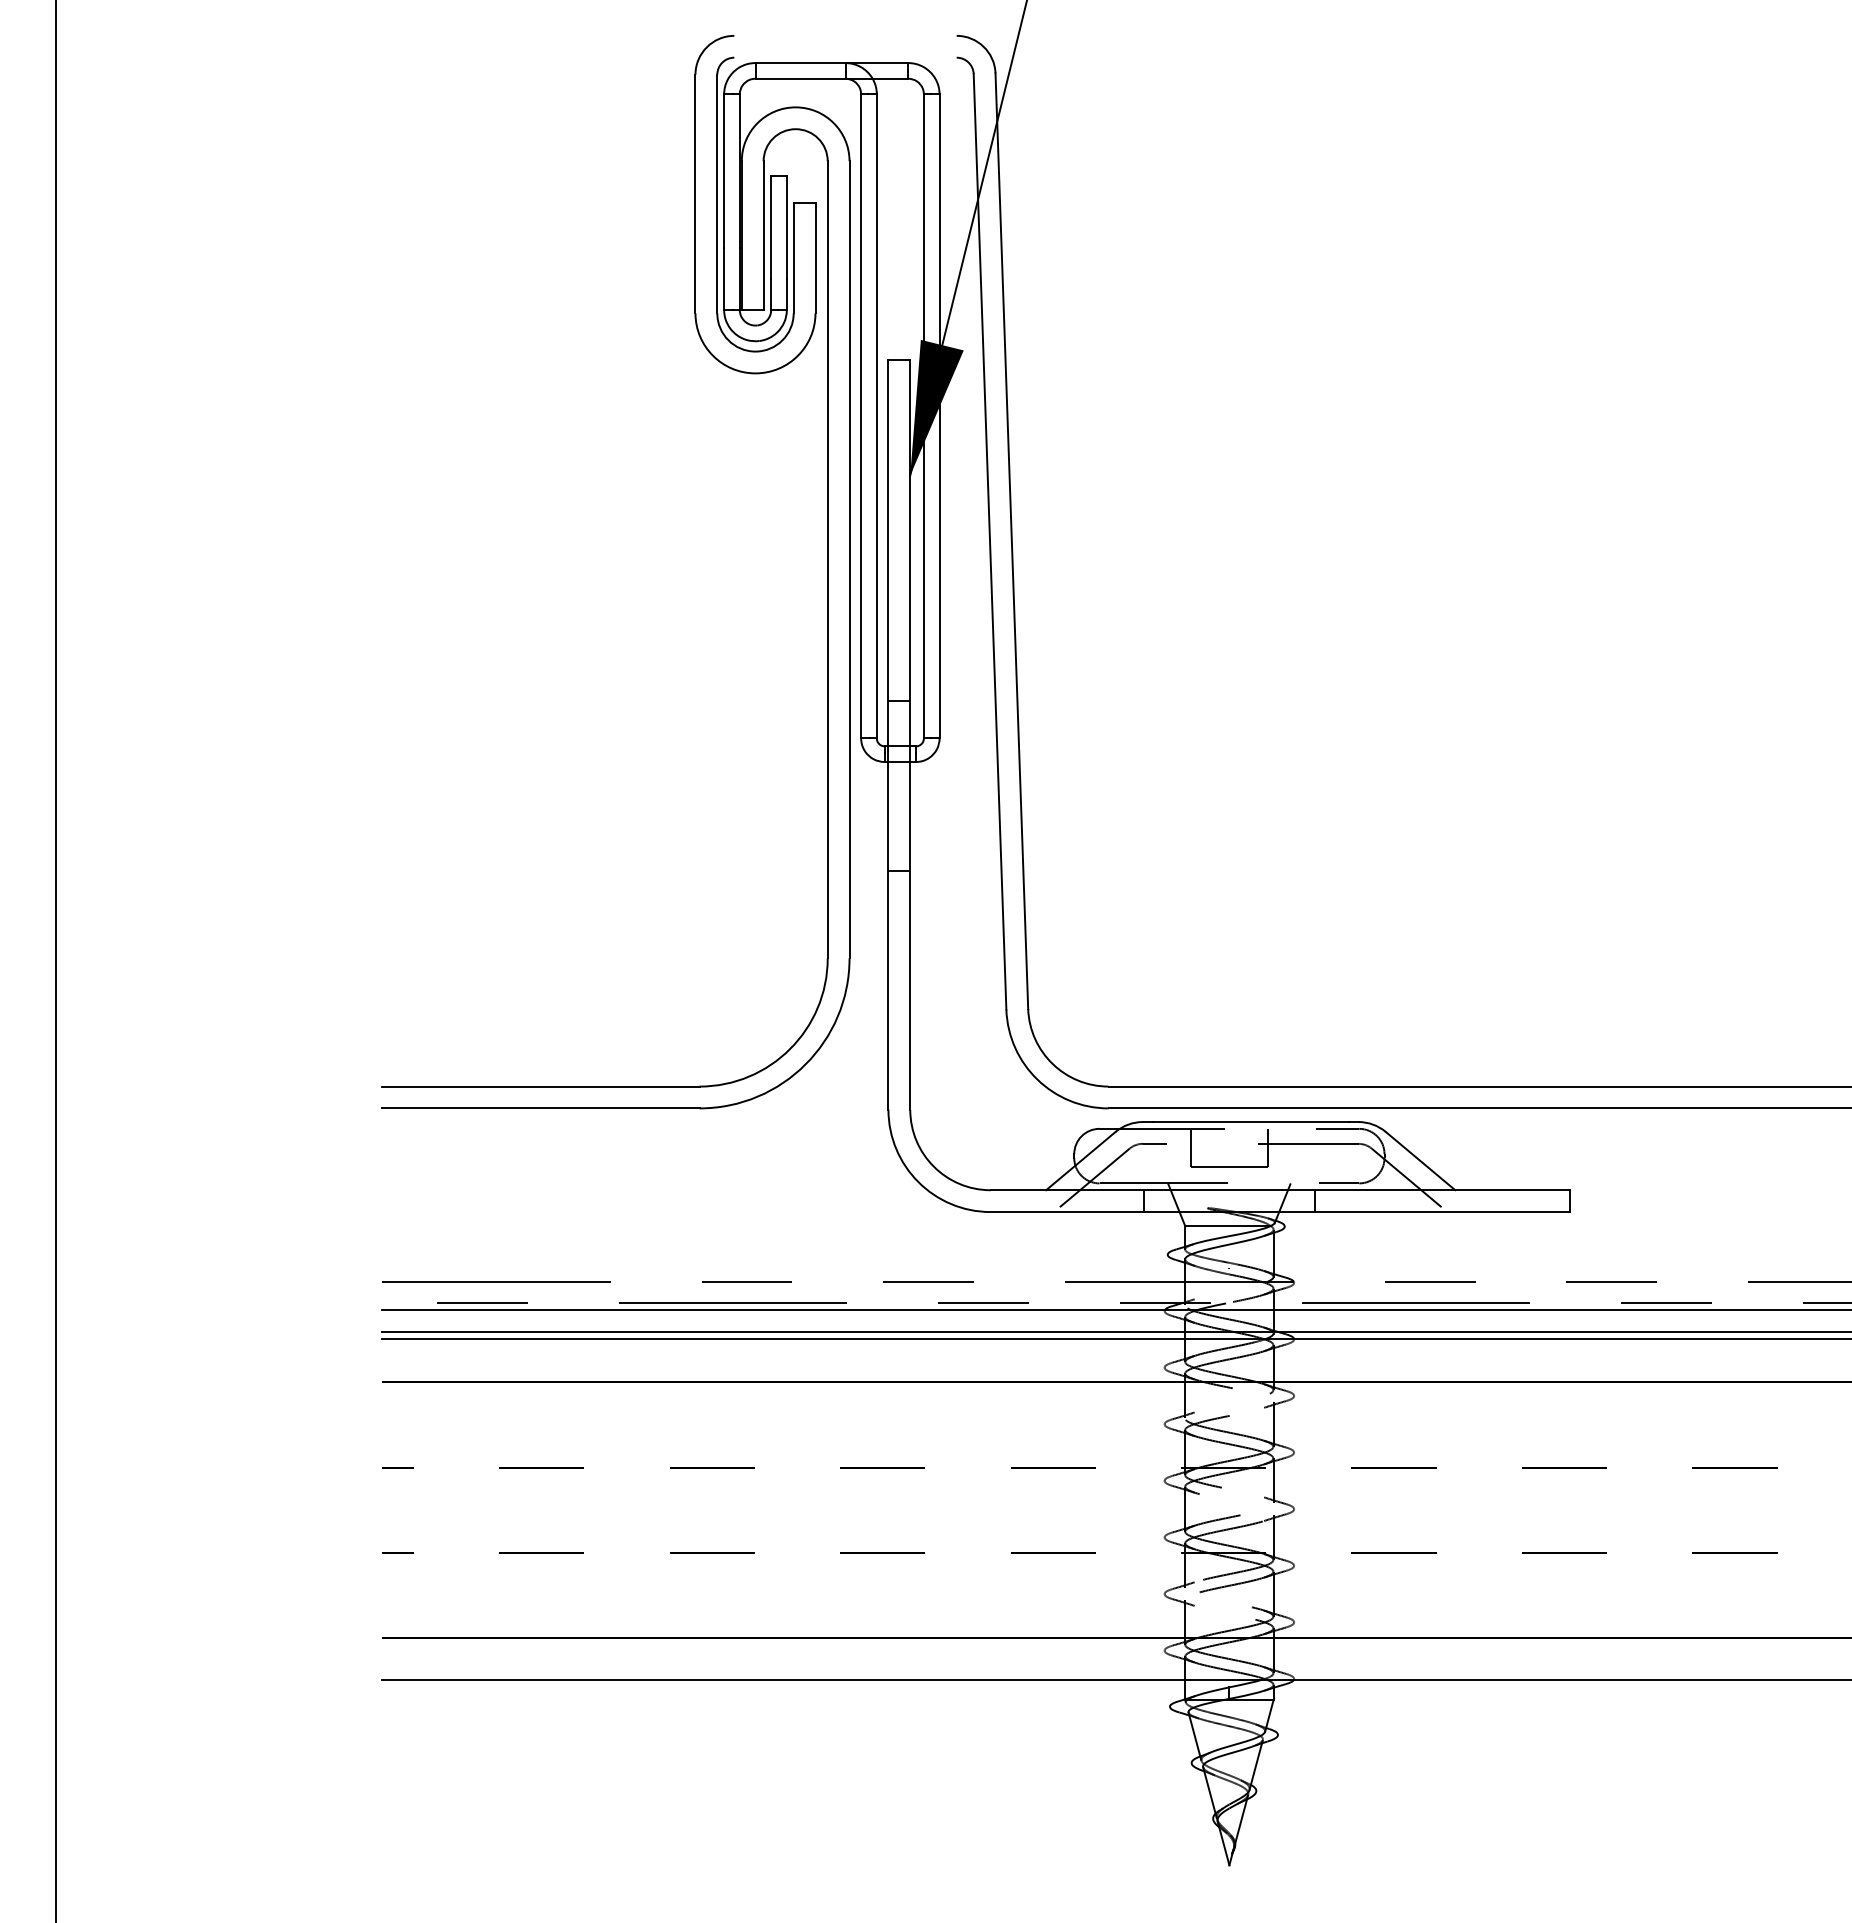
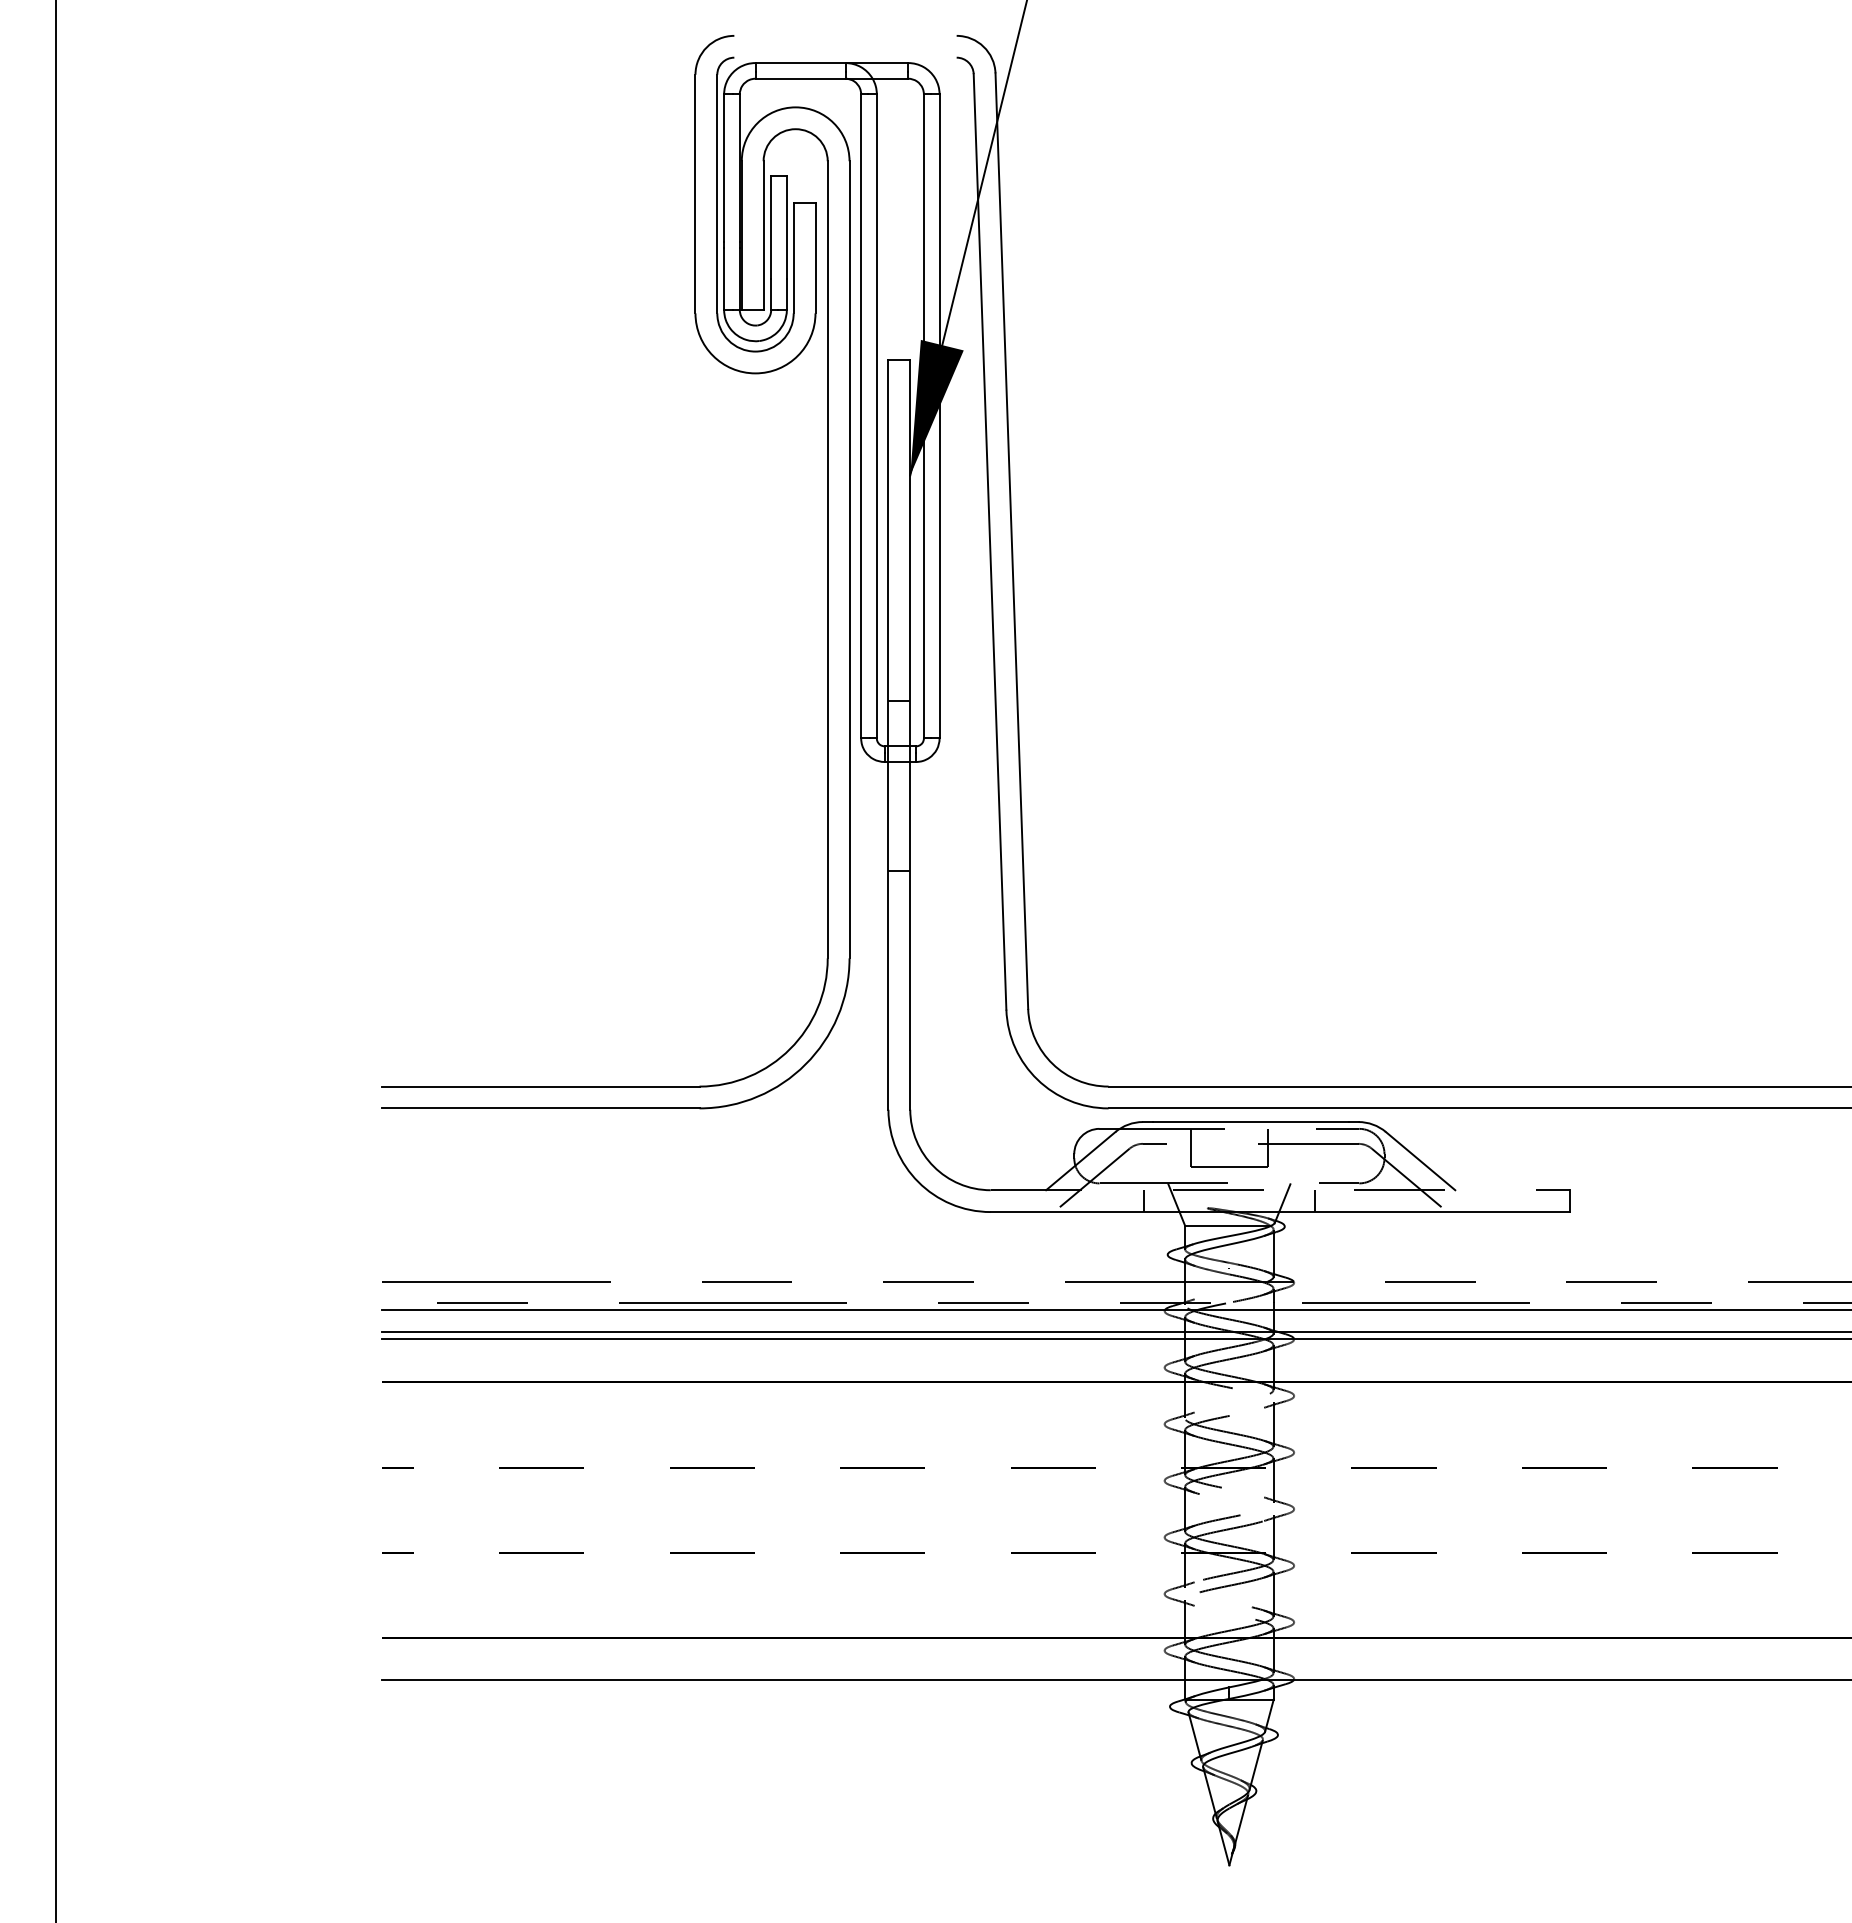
line at (1280, 1190): solid -> dashed
